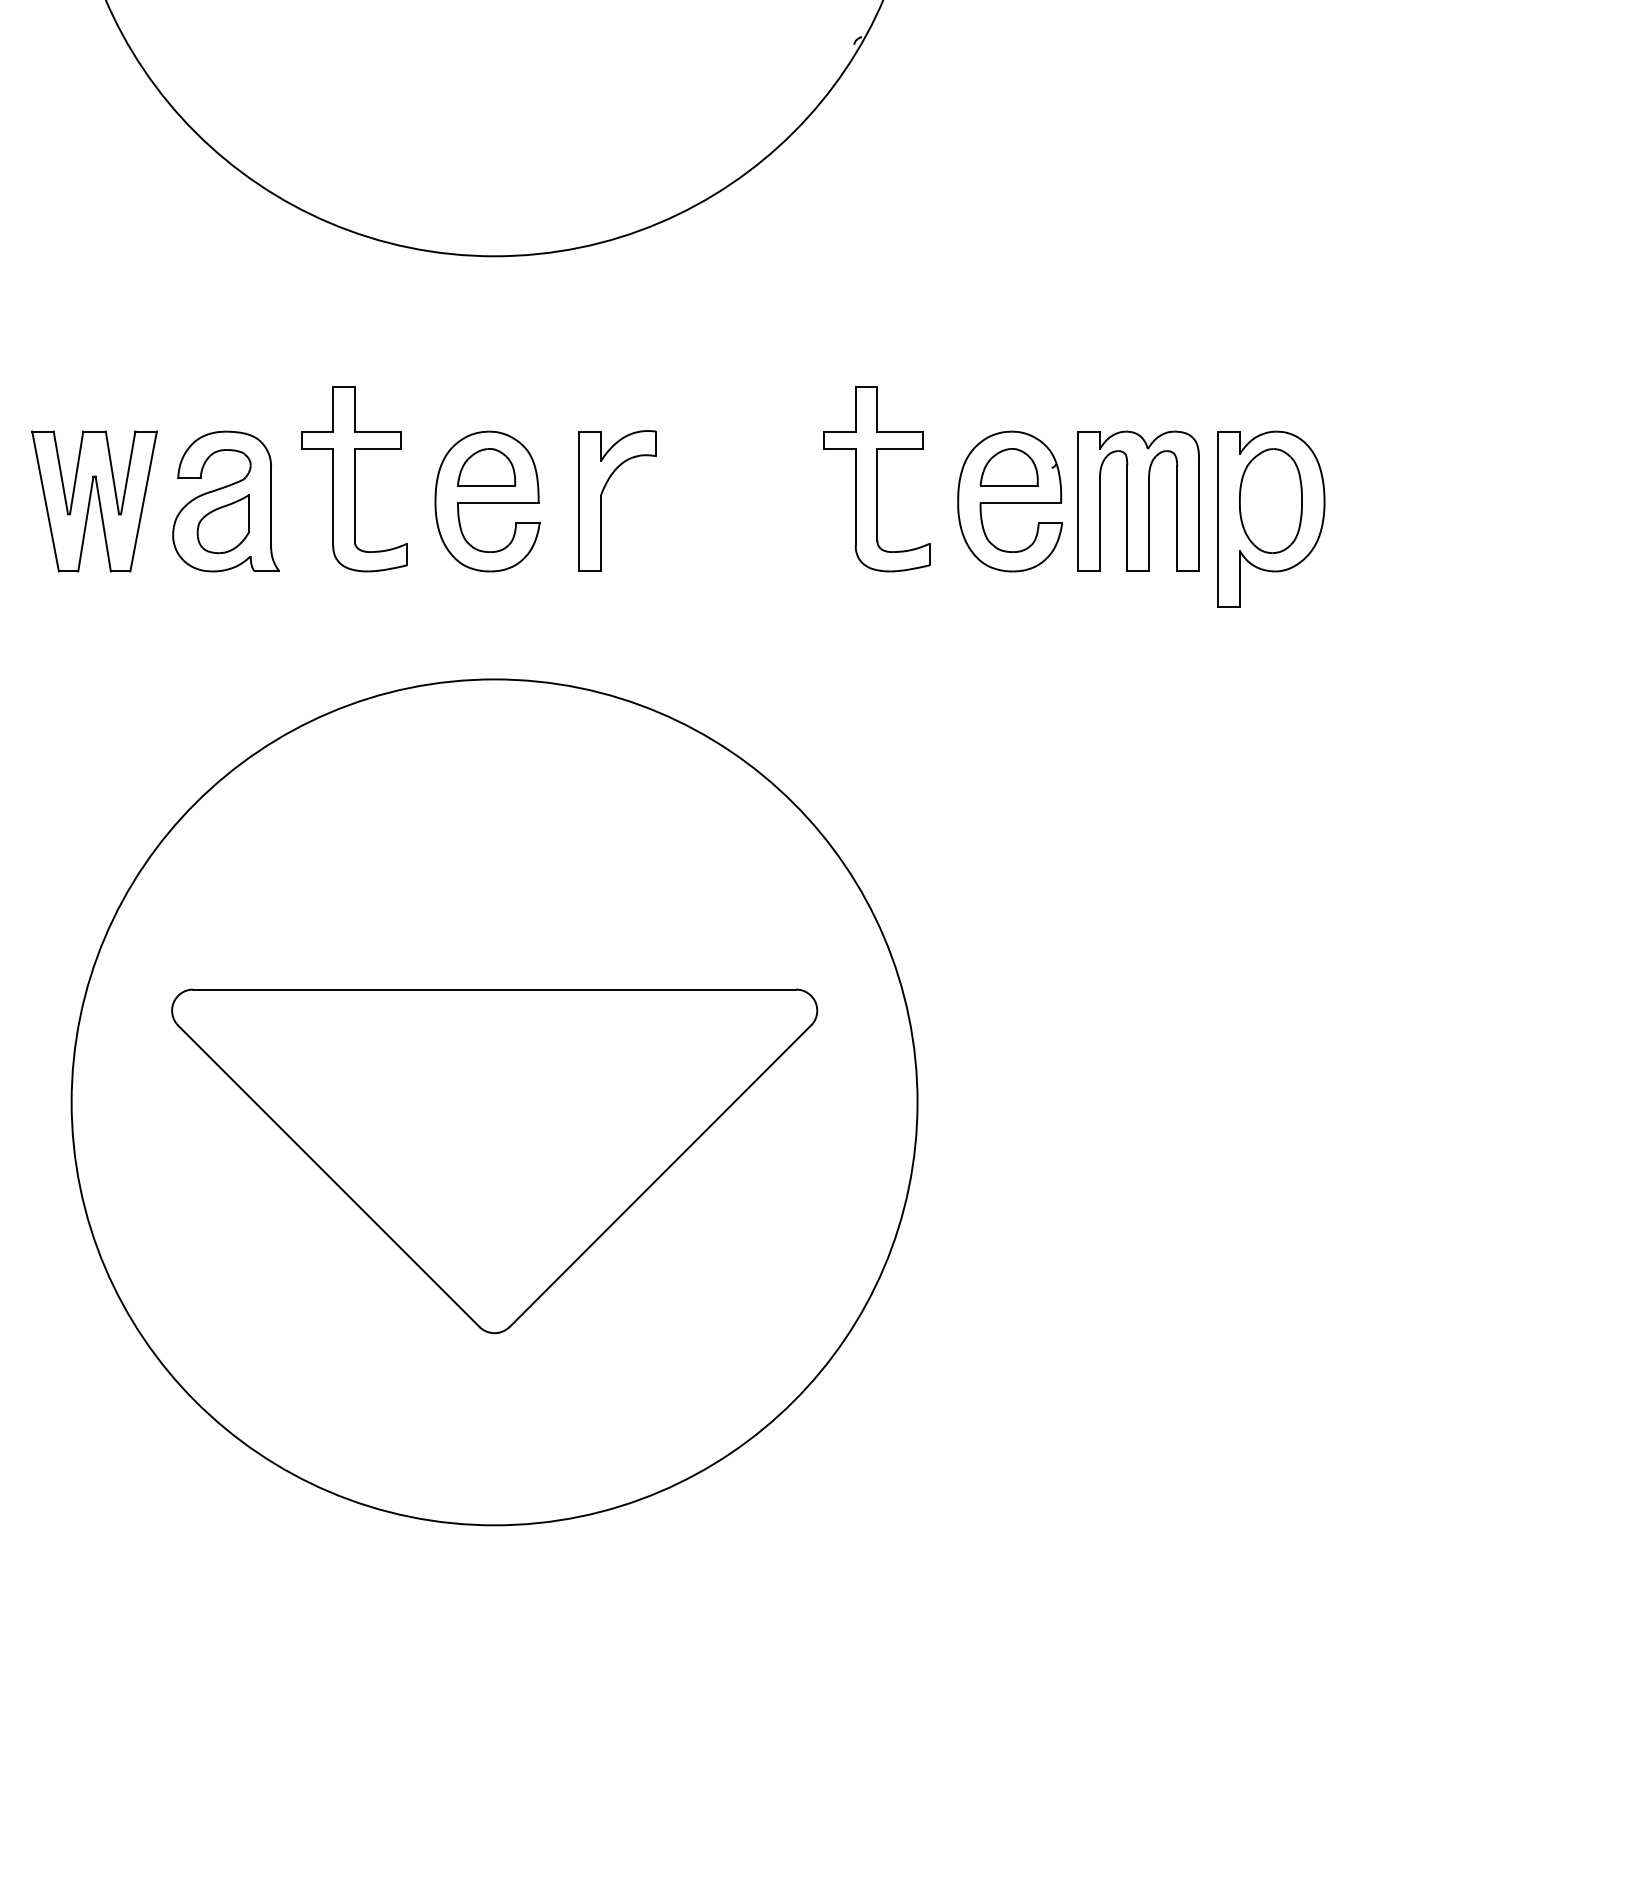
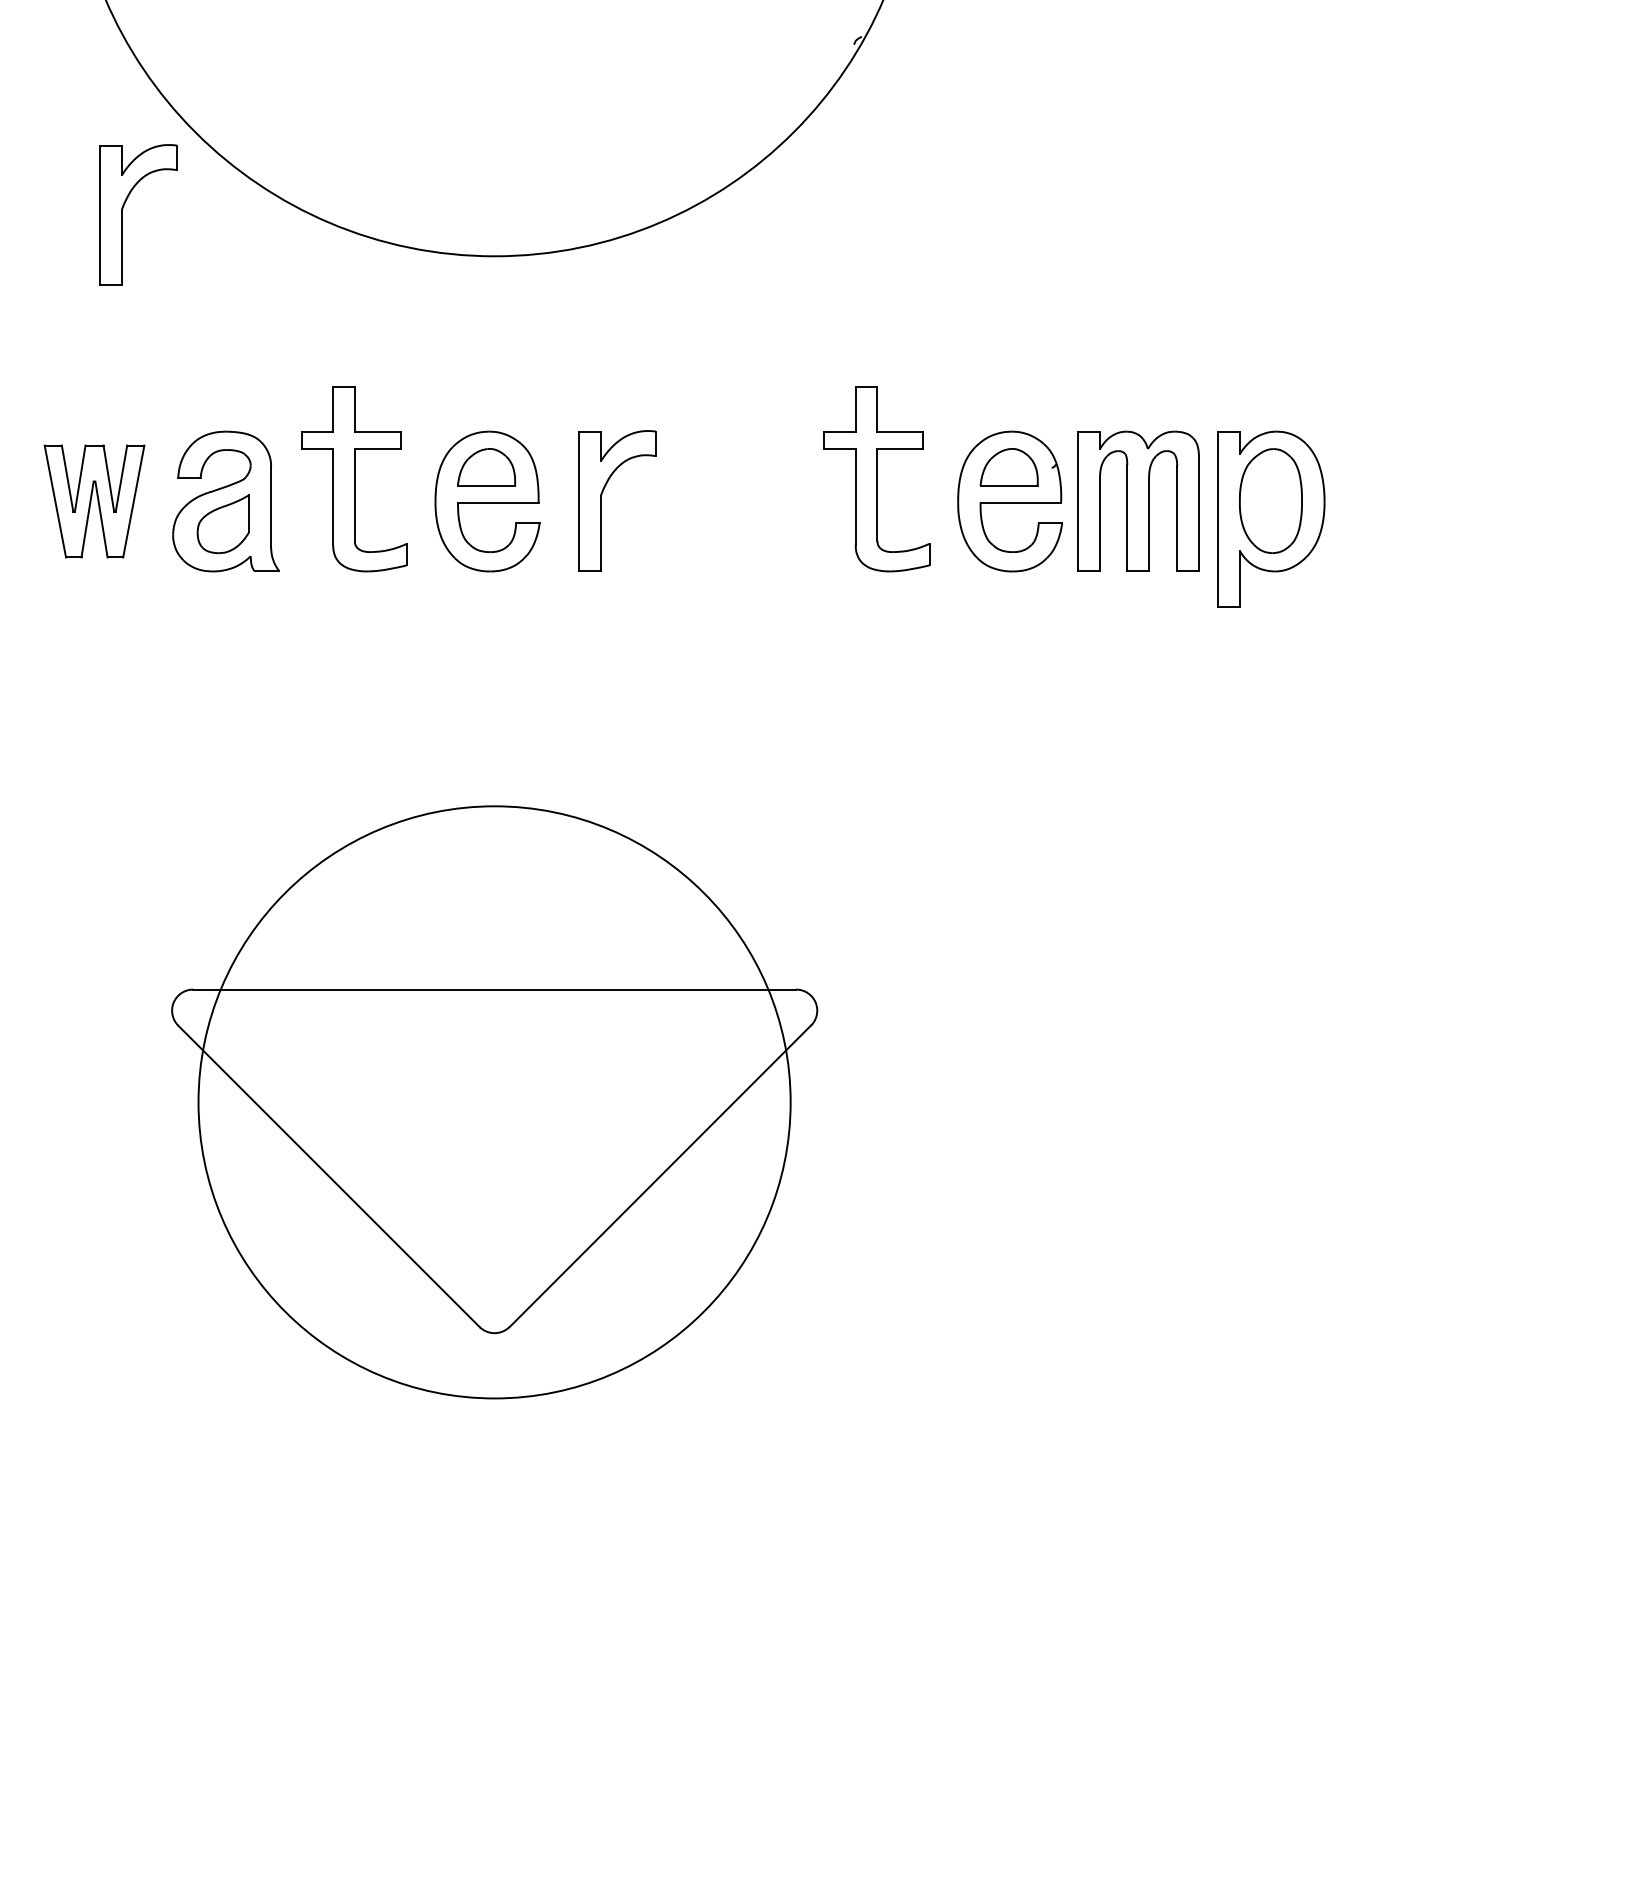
part at (122, 214): none -> present
part at (94, 501) size: 127x143 px -> 103x115 px
circle at (494, 1102) diameter: 846 px -> 592 px
